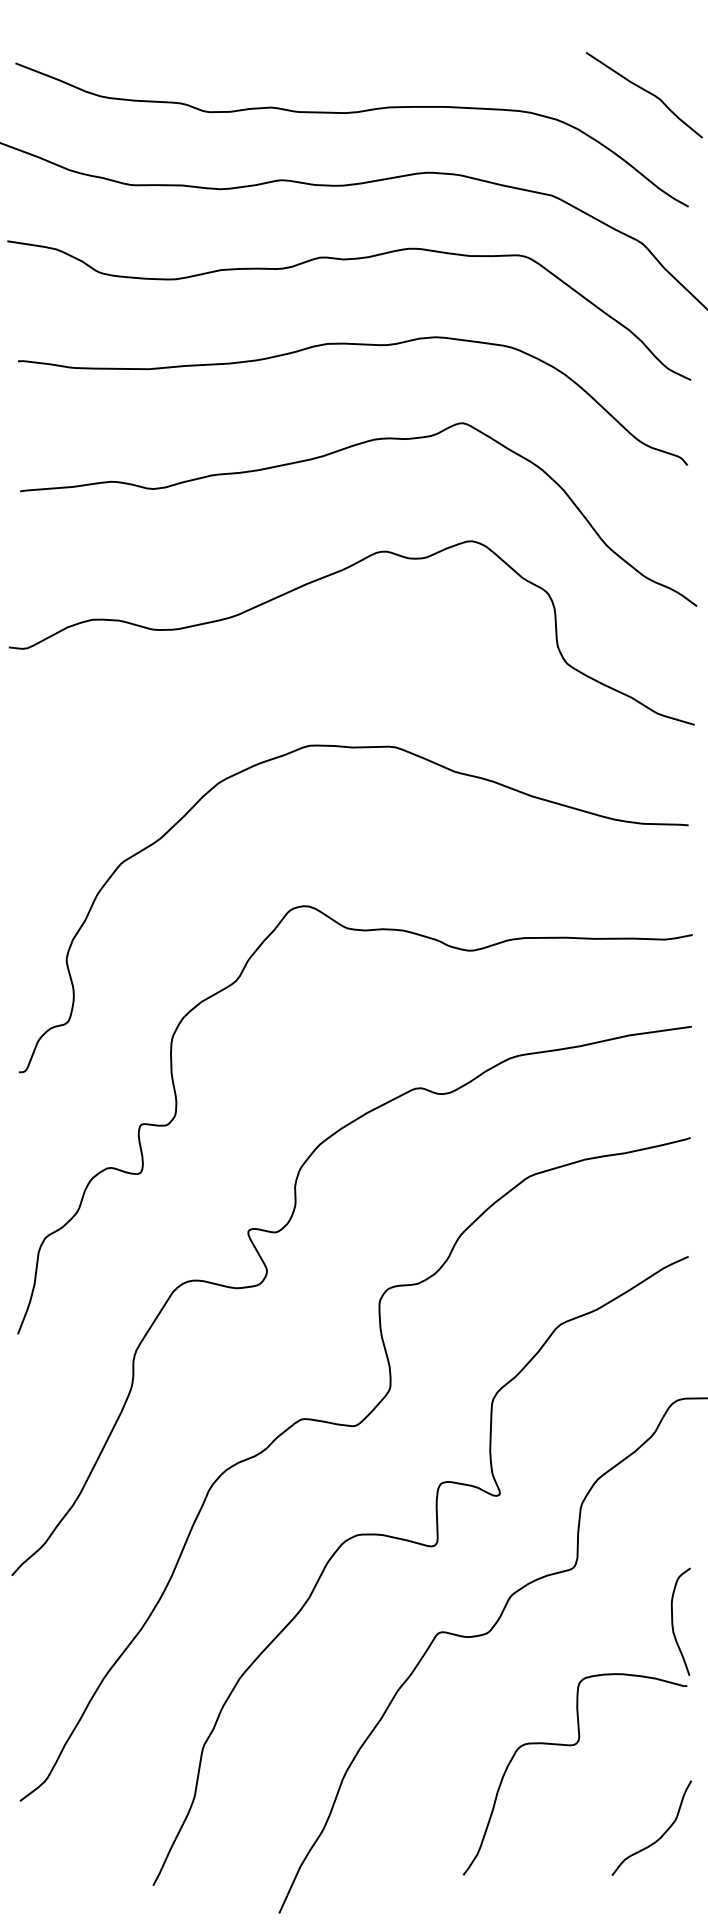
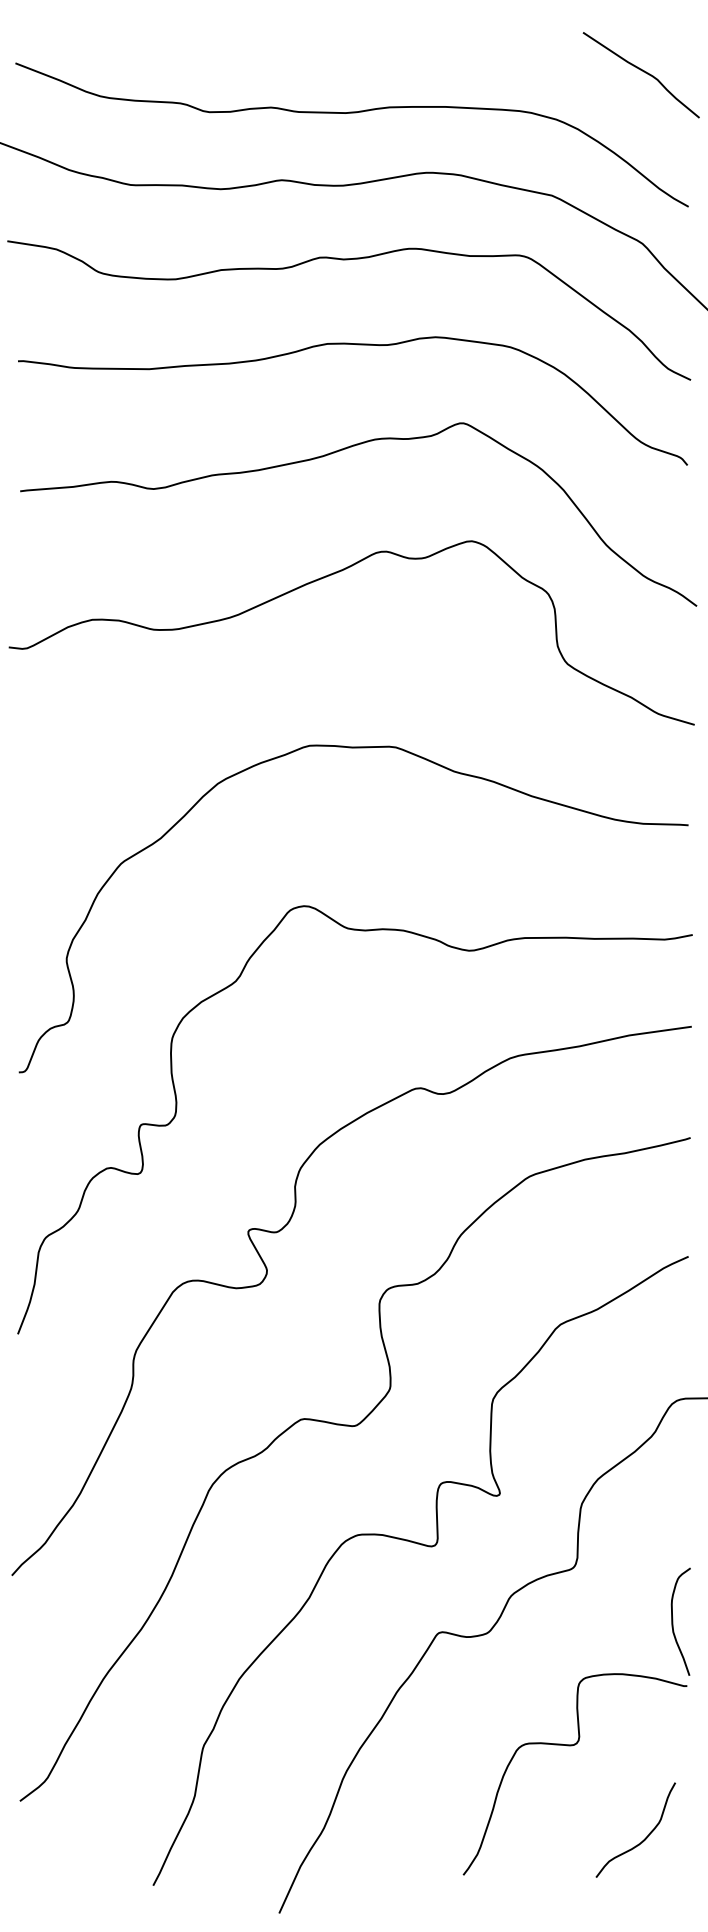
curve at (646, 92) position: (646, 92) -> (643, 72)
curve at (660, 1836) position: (660, 1836) -> (644, 1838)
